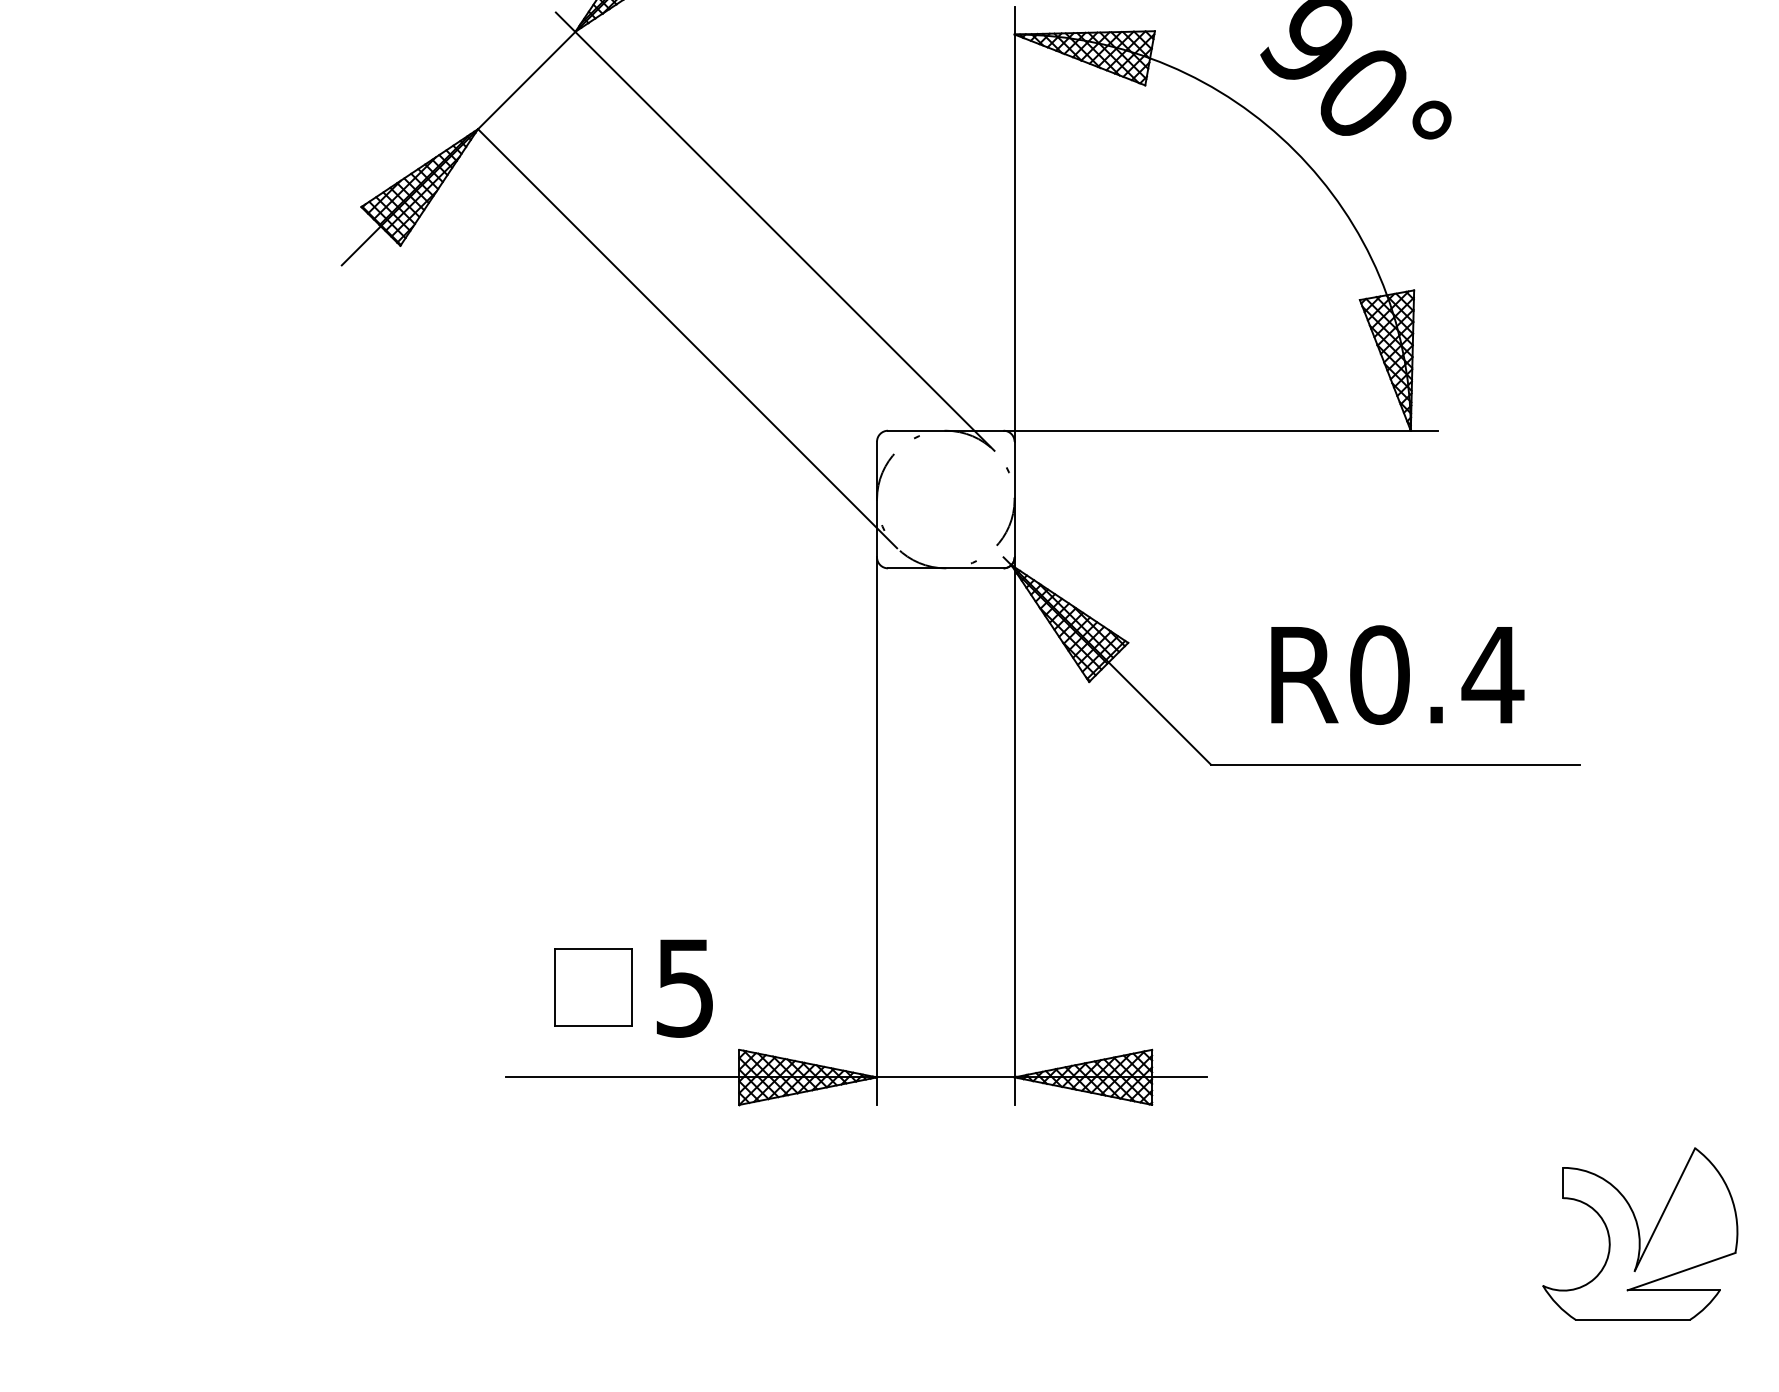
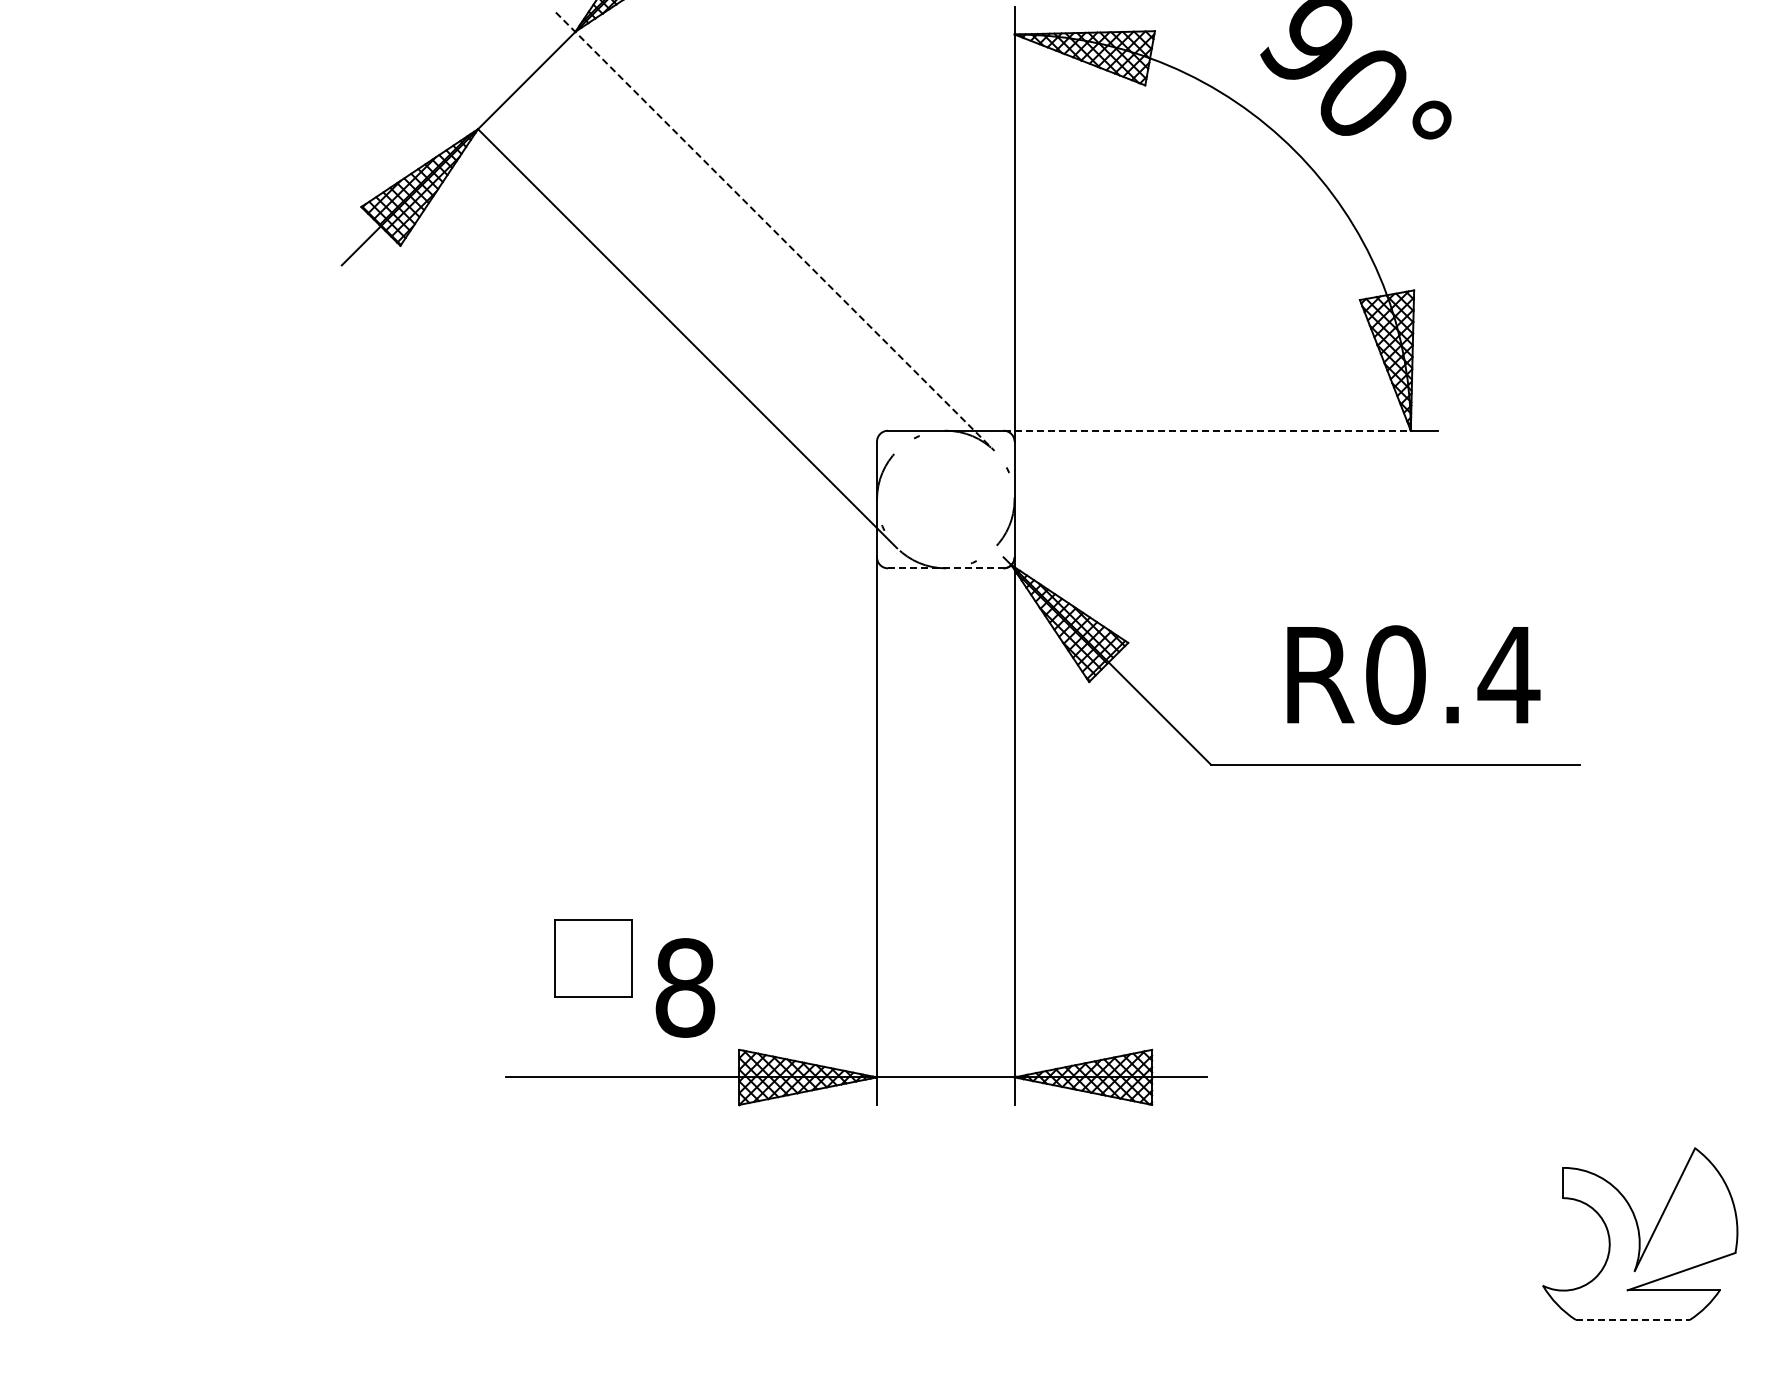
line at (775, 232): solid -> dashed
line at (1207, 430): solid -> dashed
line at (945, 568): solid -> dashed
text at (1397, 674) position: (1397, 674) -> (1413, 674)
part at (593, 987) position: (593, 987) -> (593, 958)
text at (685, 987): 5 -> 8
line at (1632, 1320): solid -> dashed
